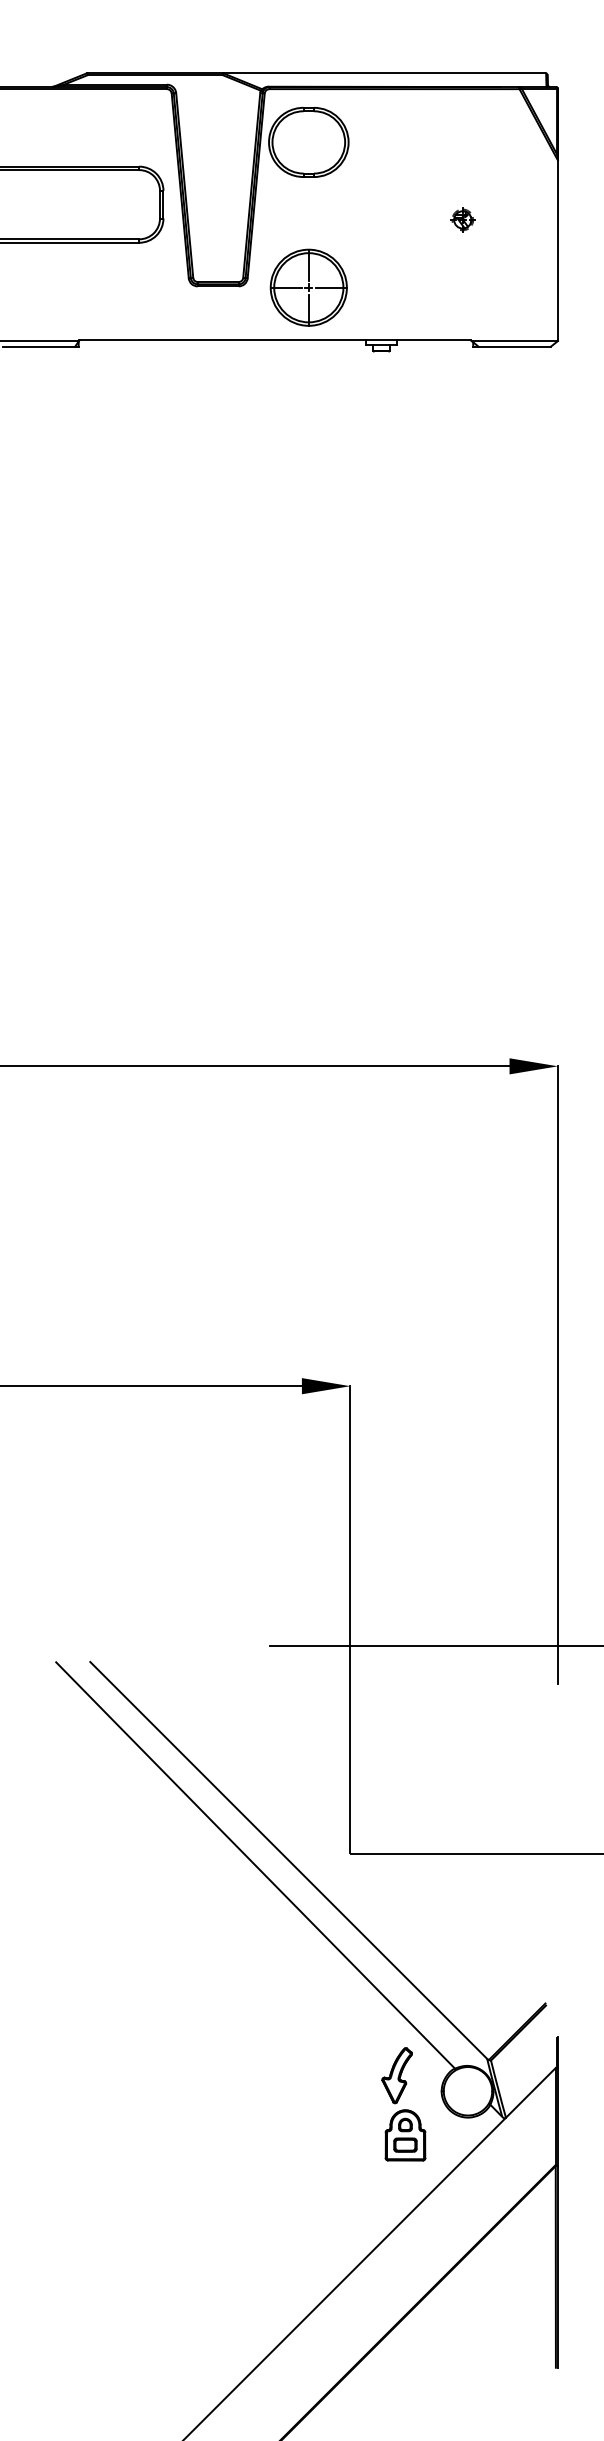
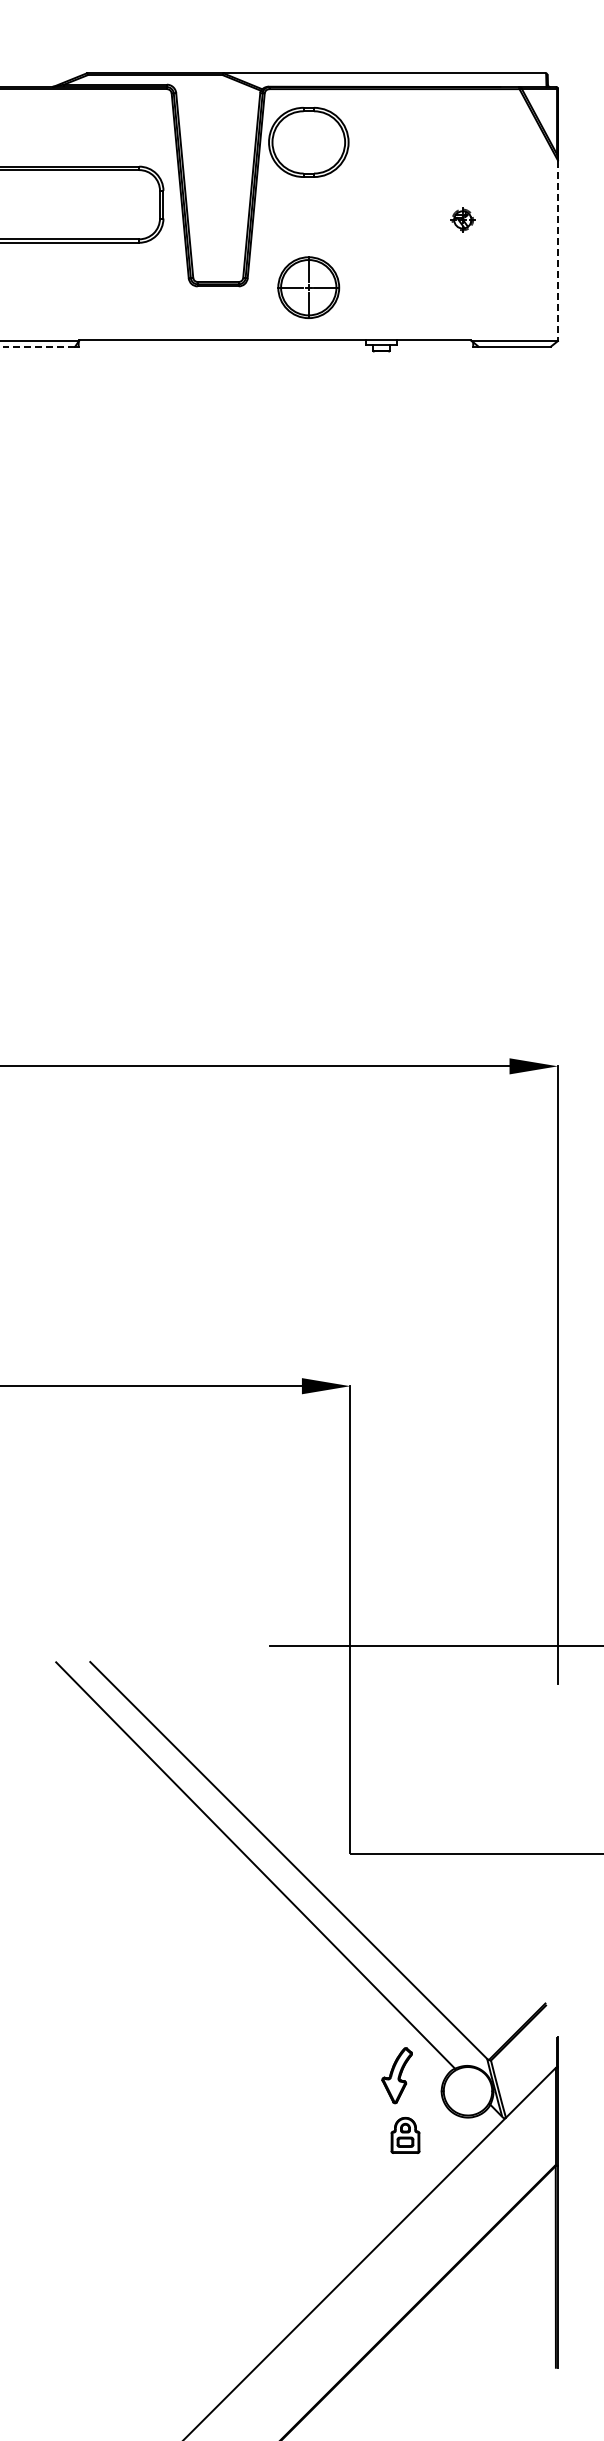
line at (557, 251): solid -> dashed
part at (308, 287) size: 79x79 px -> 64x63 px
line at (38, 346): solid -> dashed
part at (405, 2135) size: 43x53 px -> 31x37 px
